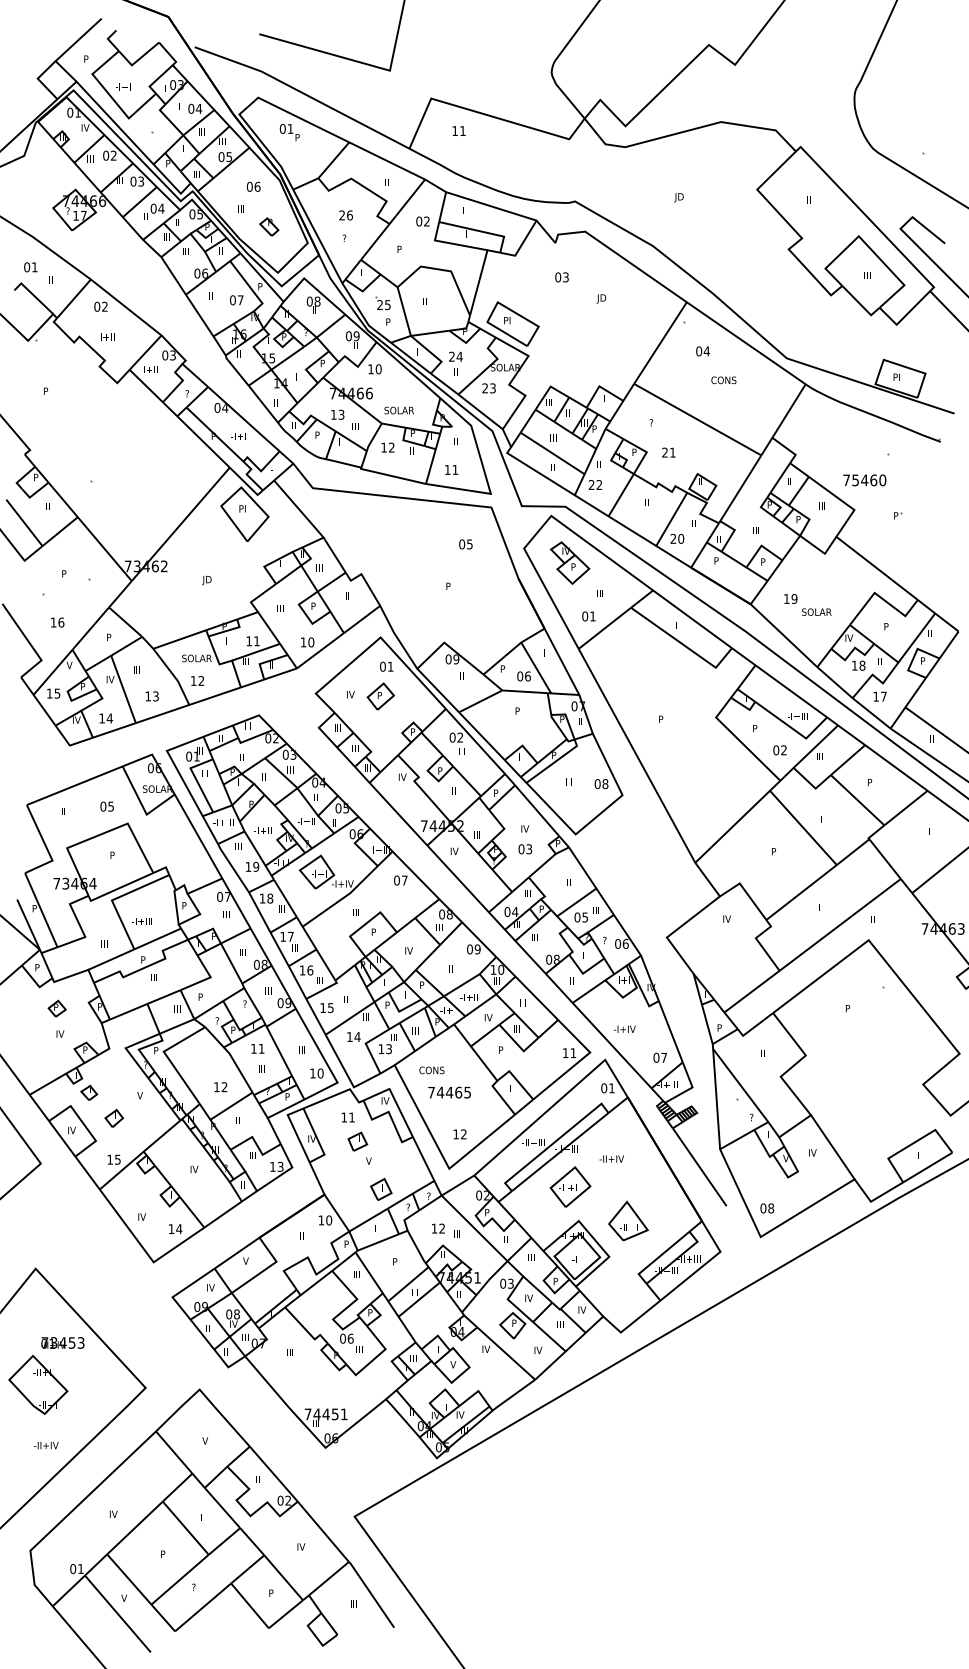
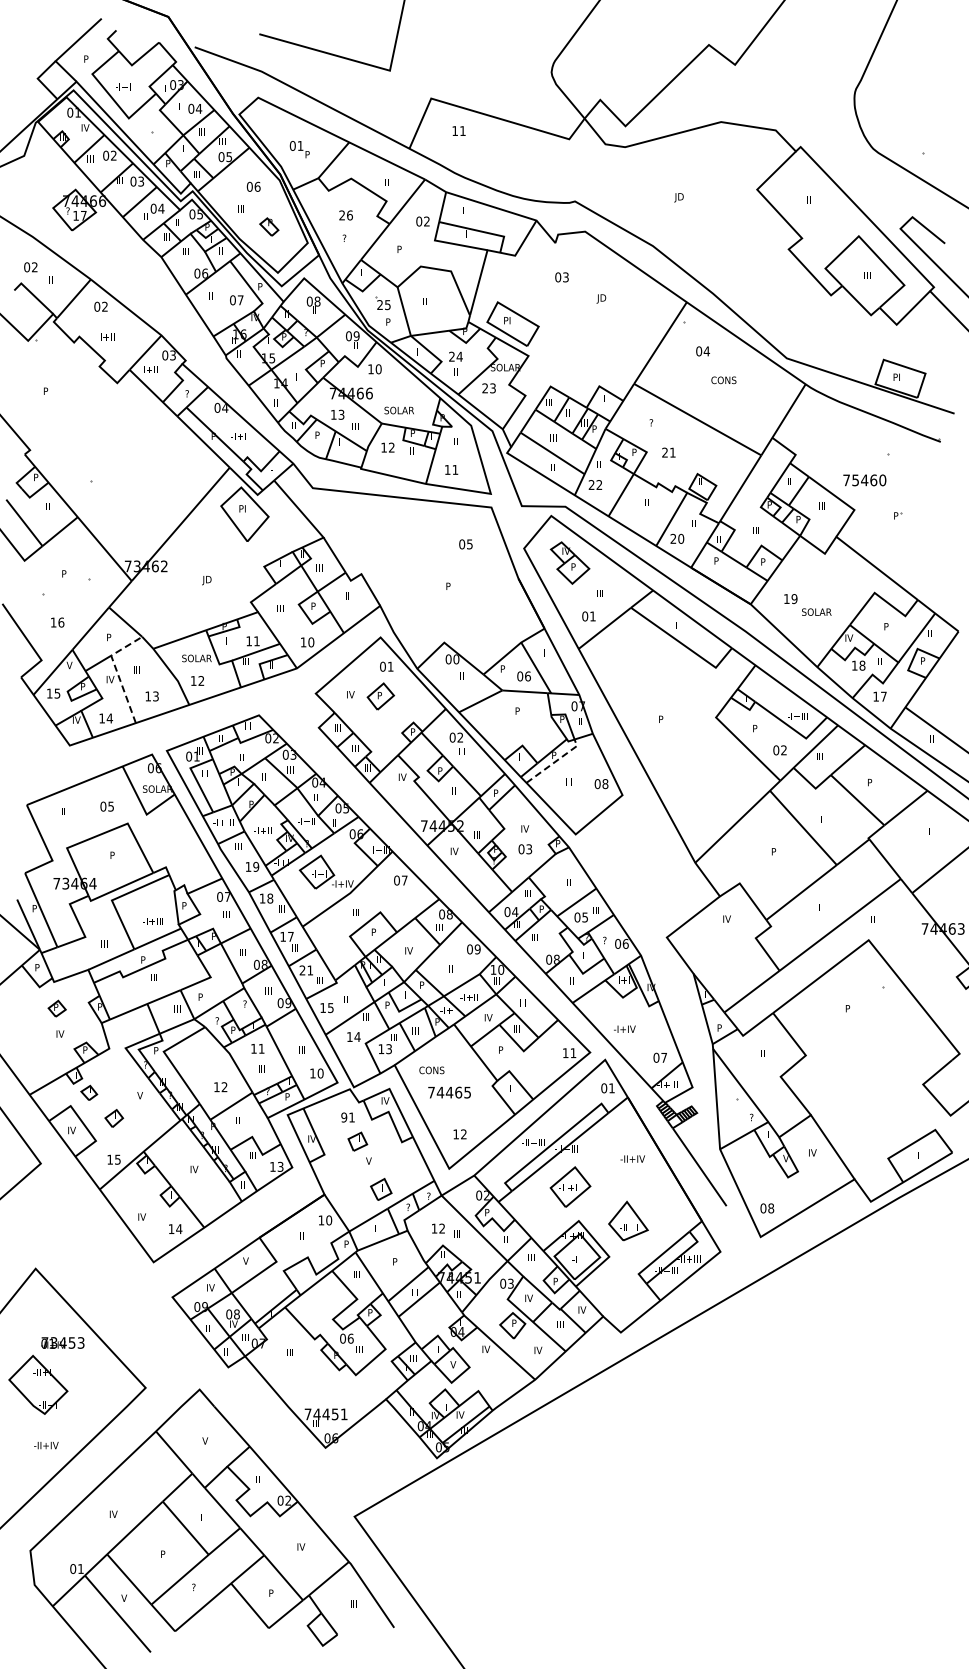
text at (289, 132) position: (289, 132) -> (299, 149)
text at (34, 267): 01 -> 02
text at (456, 659): 09 -> 00
line at (117, 671): solid -> dashed
line at (555, 761): solid -> dashed
text at (141, 921) position: (141, 921) -> (152, 921)
text at (306, 970): 16 -> 21
text at (344, 1117): 11 -> 91
text at (611, 1158) position: (611, 1158) -> (632, 1158)
